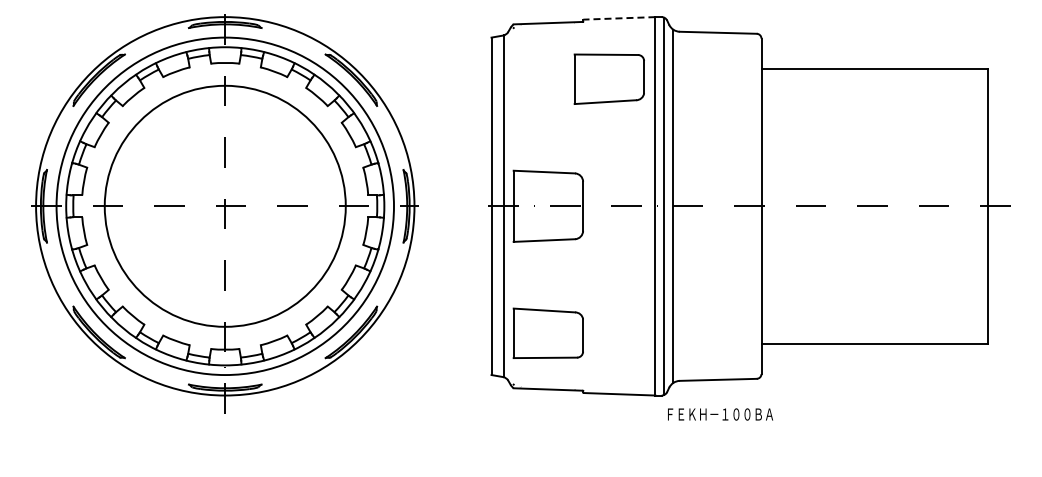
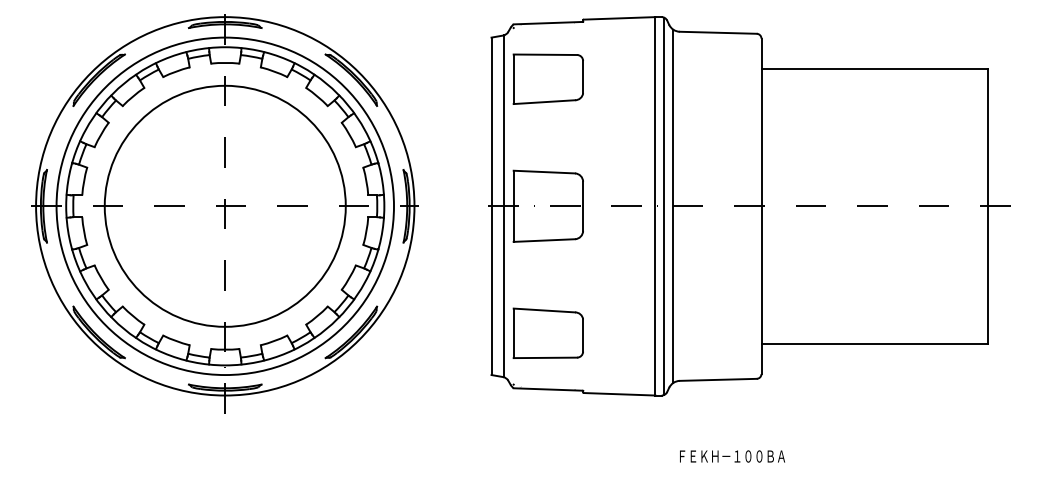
line at (619, 18): dashed -> solid
part at (608, 78) position: (608, 78) -> (547, 78)
text at (720, 414) position: (720, 414) -> (732, 456)
